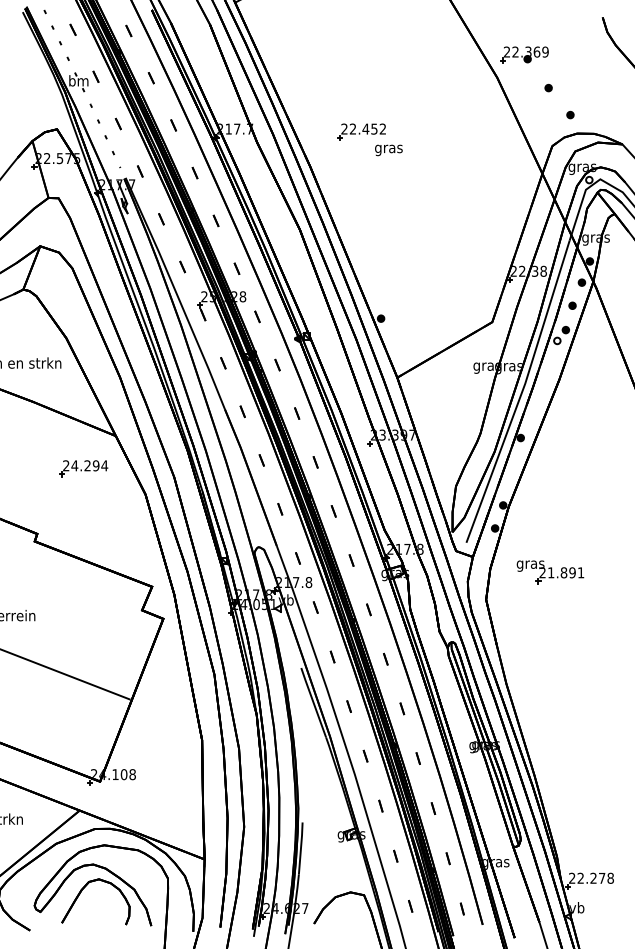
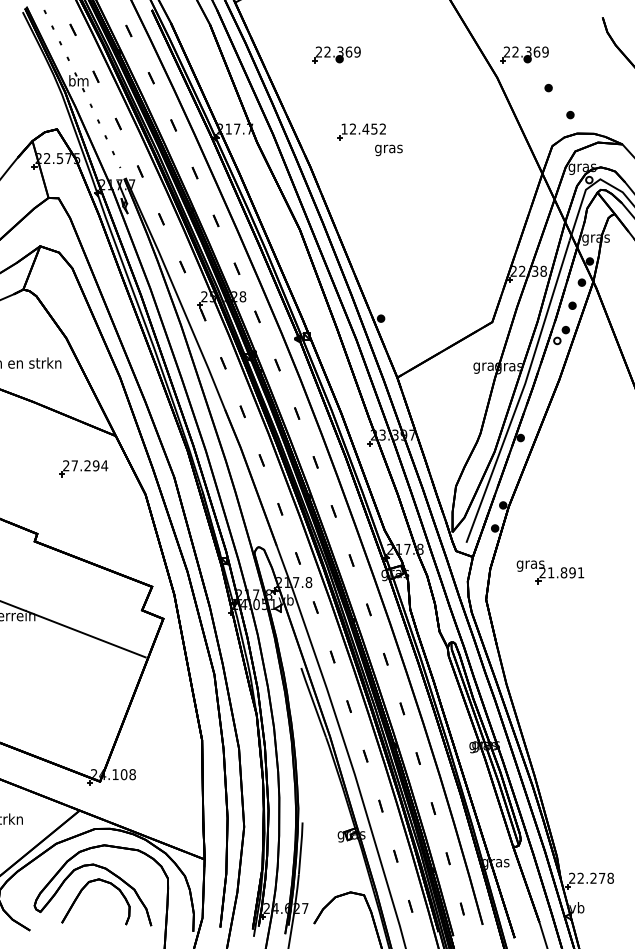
part at (336, 54): none -> present
text at (344, 128): 22.452 -> 12.452
text at (74, 465): 24.294 -> 27.294
line at (65, 674) position: (65, 674) -> (73, 629)
